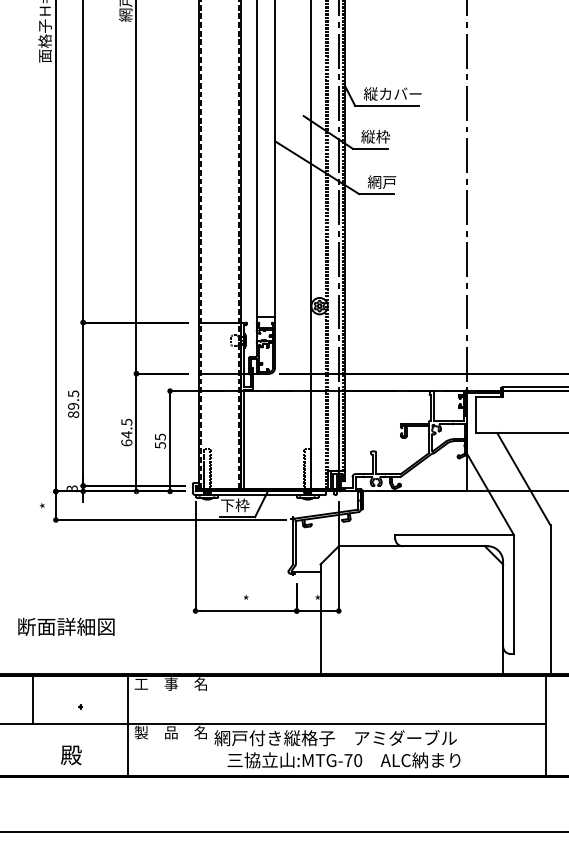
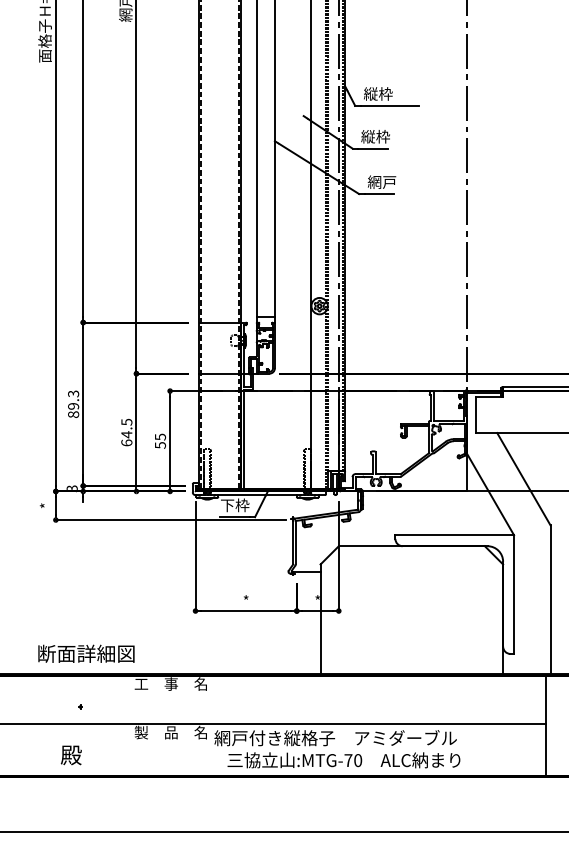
text at (400, 93): 縦カバー -> 縦枠
text at (73, 393): 89.5 -> 89.3
text at (66, 626) position: (66, 626) -> (86, 653)
line at (32, 700): present -> none
line at (128, 725): present -> none
